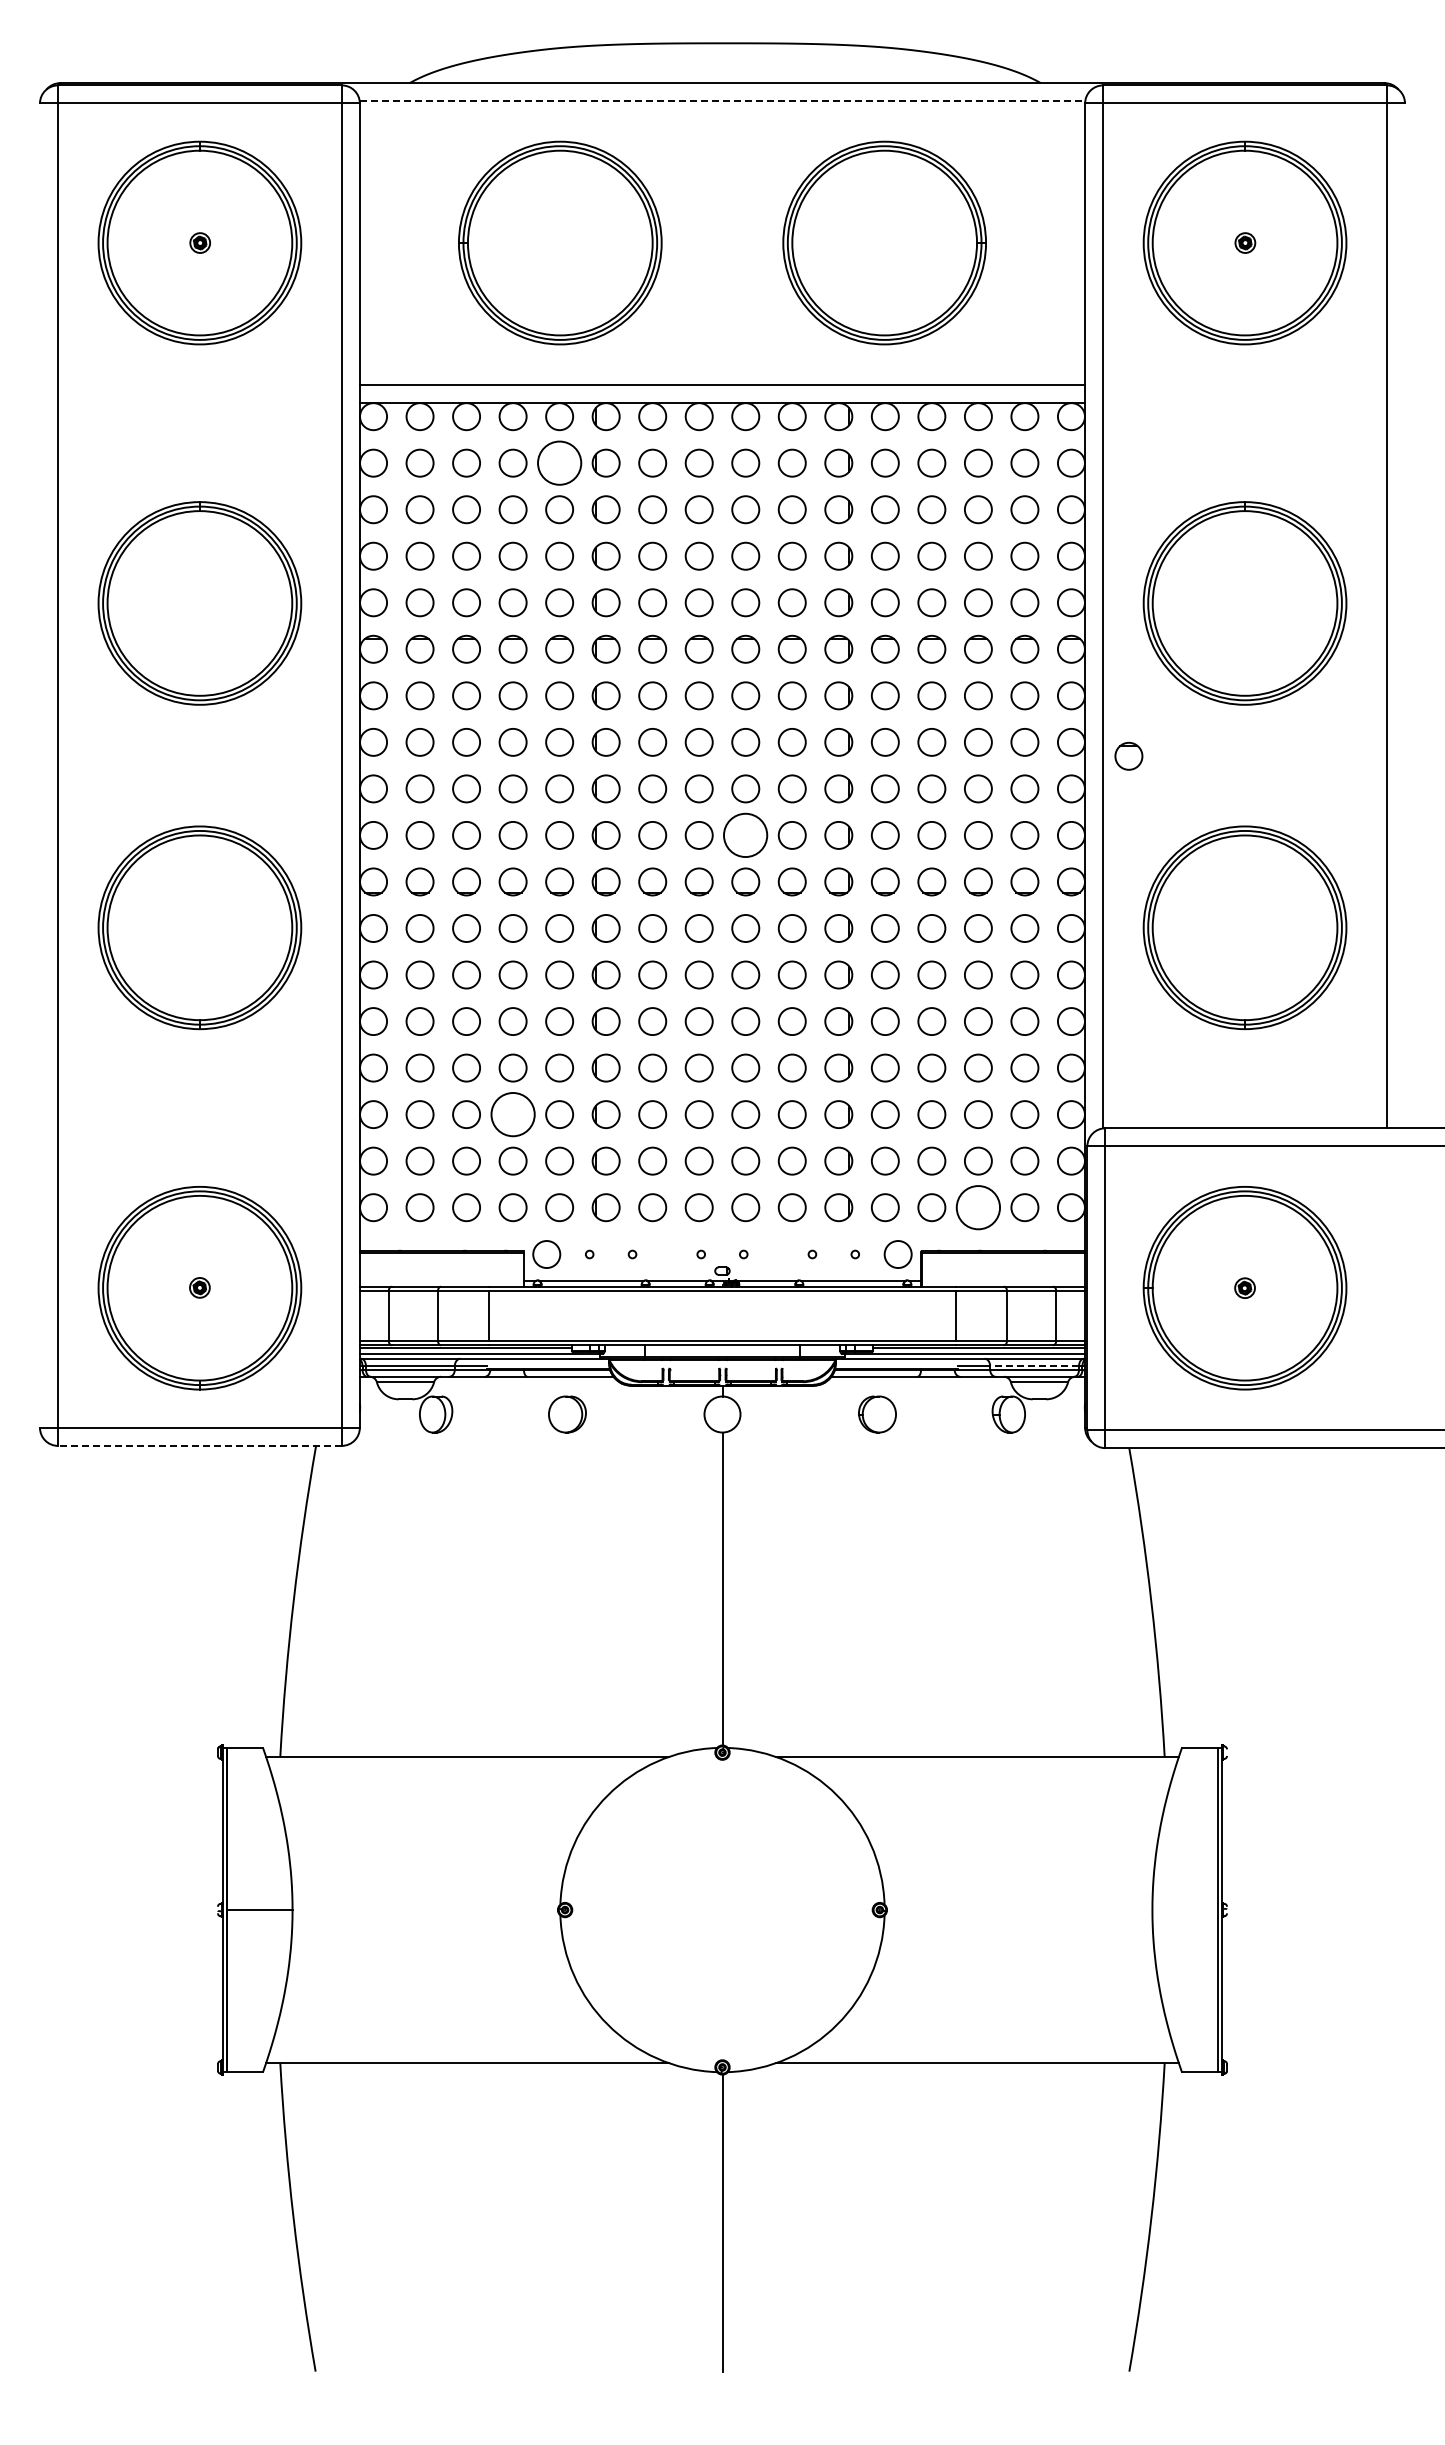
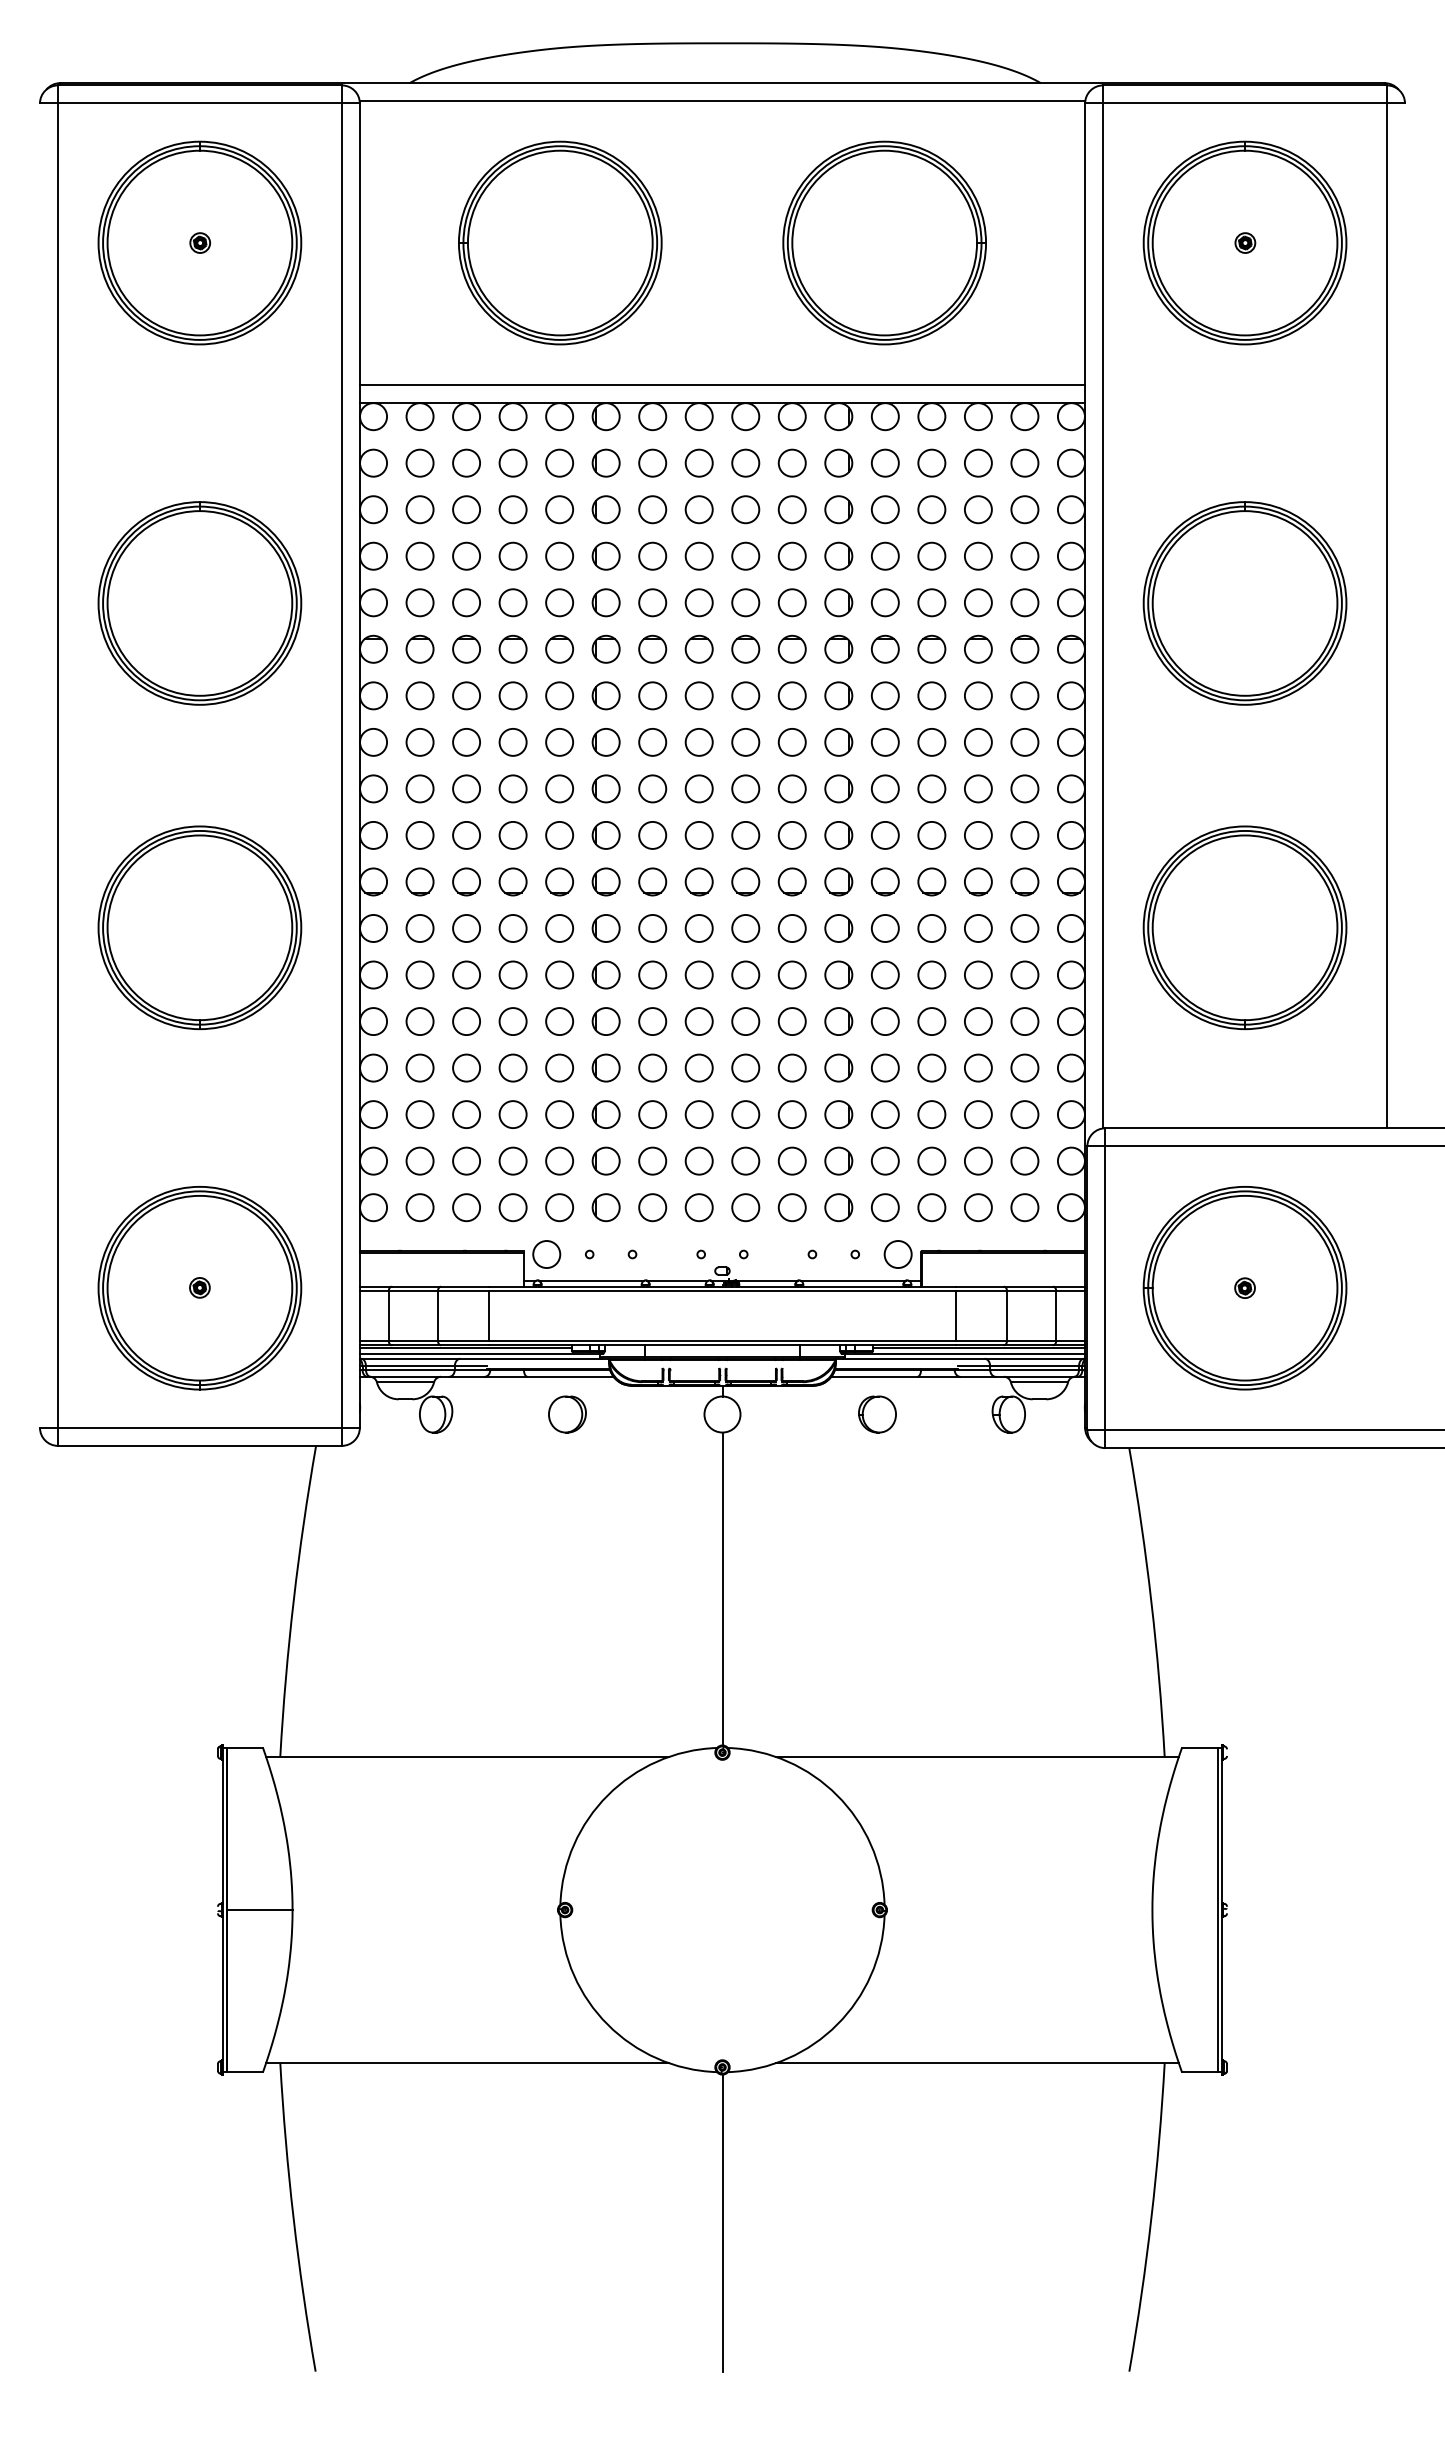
line at (722, 101): dashed -> solid
circle at (559, 462) diameter: 43 px -> 27 px
part at (1128, 755): present -> none
circle at (745, 834) size: 46x46 px -> 30x29 px
circle at (512, 1114) diameter: 43 px -> 27 px
circle at (978, 1207) diameter: 43 px -> 27 px
line at (1034, 1365): dashed -> solid
line at (199, 1445): dashed -> solid
